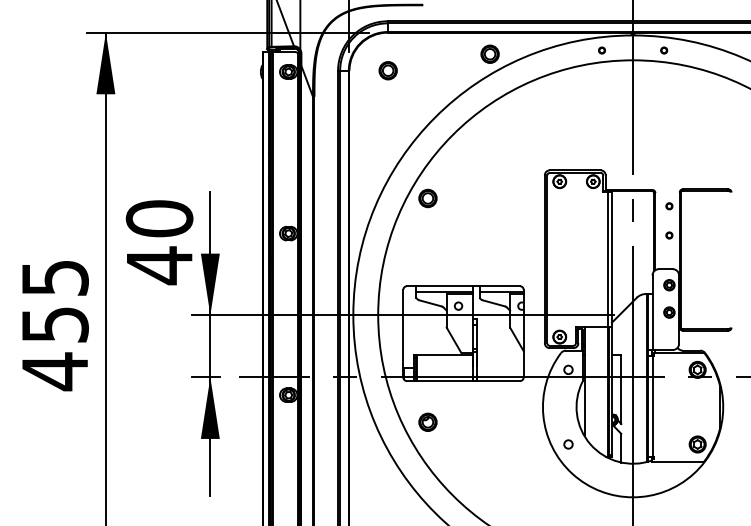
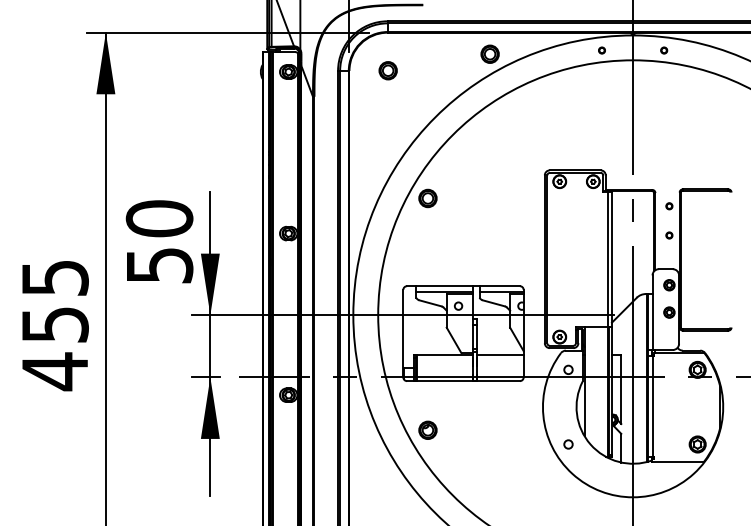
text at (160, 265): 40 -> 50
line at (500, 355): none -> present
part at (427, 421) position: (427, 421) -> (427, 429)
